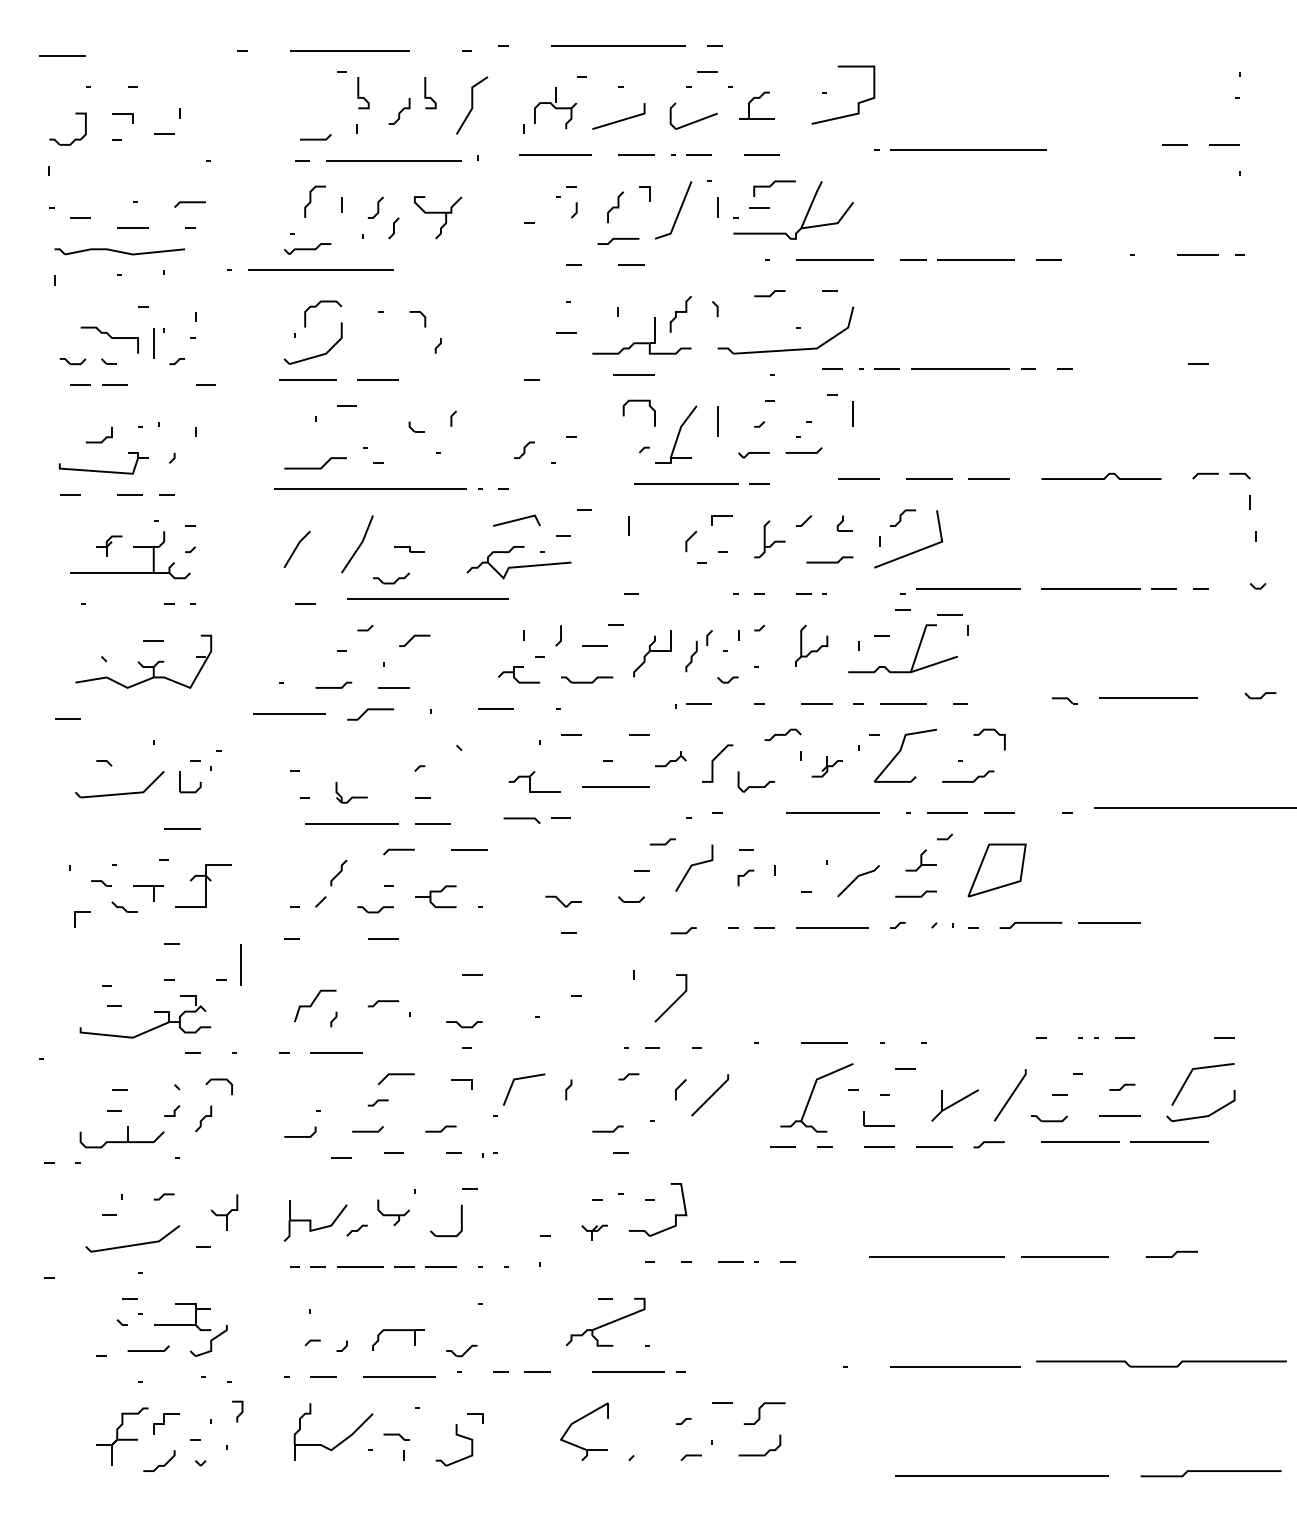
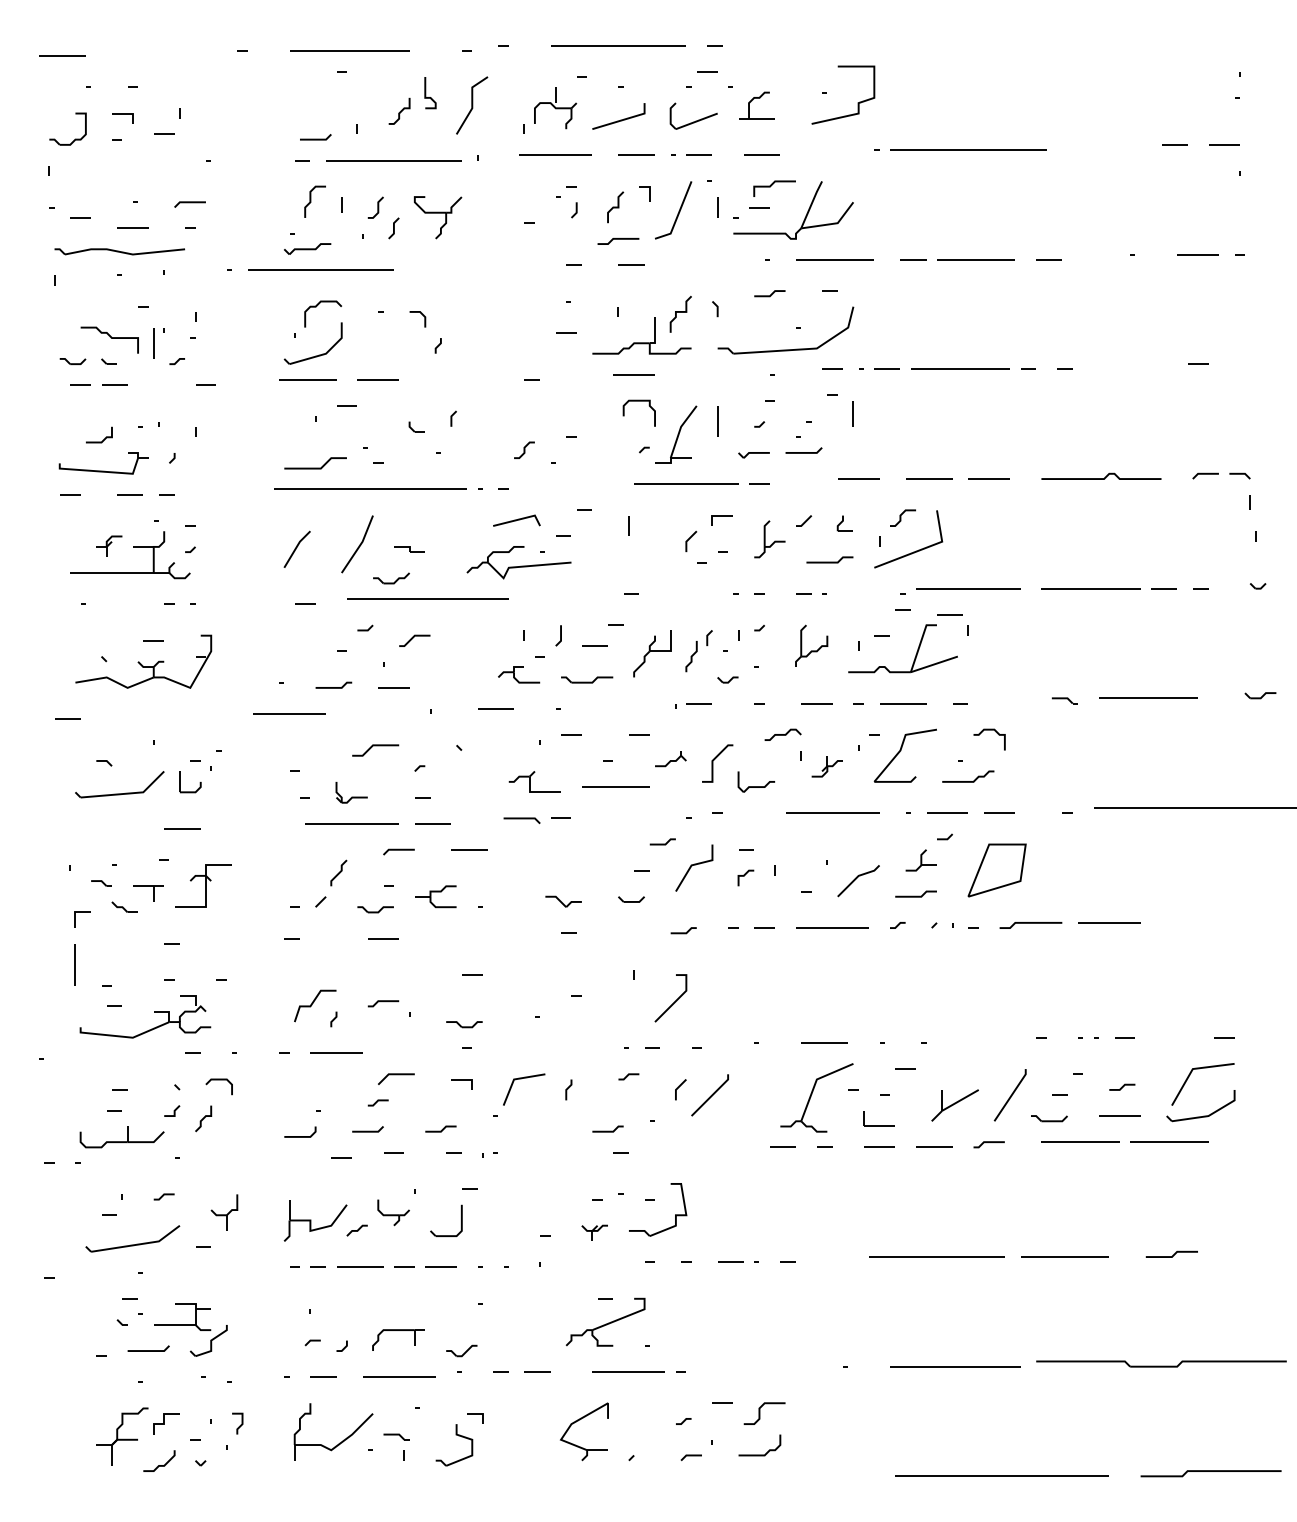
curve at (359, 93): present -> none
line at (370, 710) position: (370, 710) -> (375, 746)
line at (240, 964) position: (240, 964) -> (74, 964)
line at (239, 1413) position: (239, 1413) -> (239, 1425)
